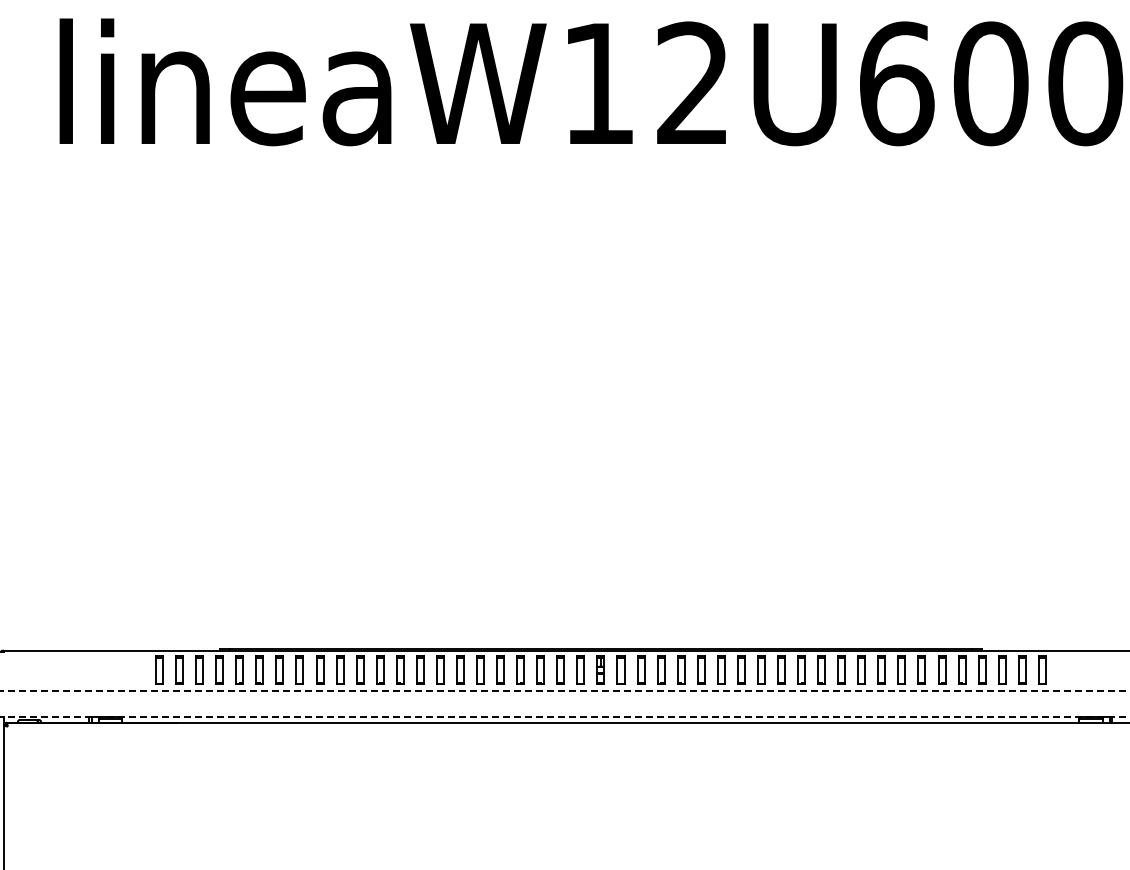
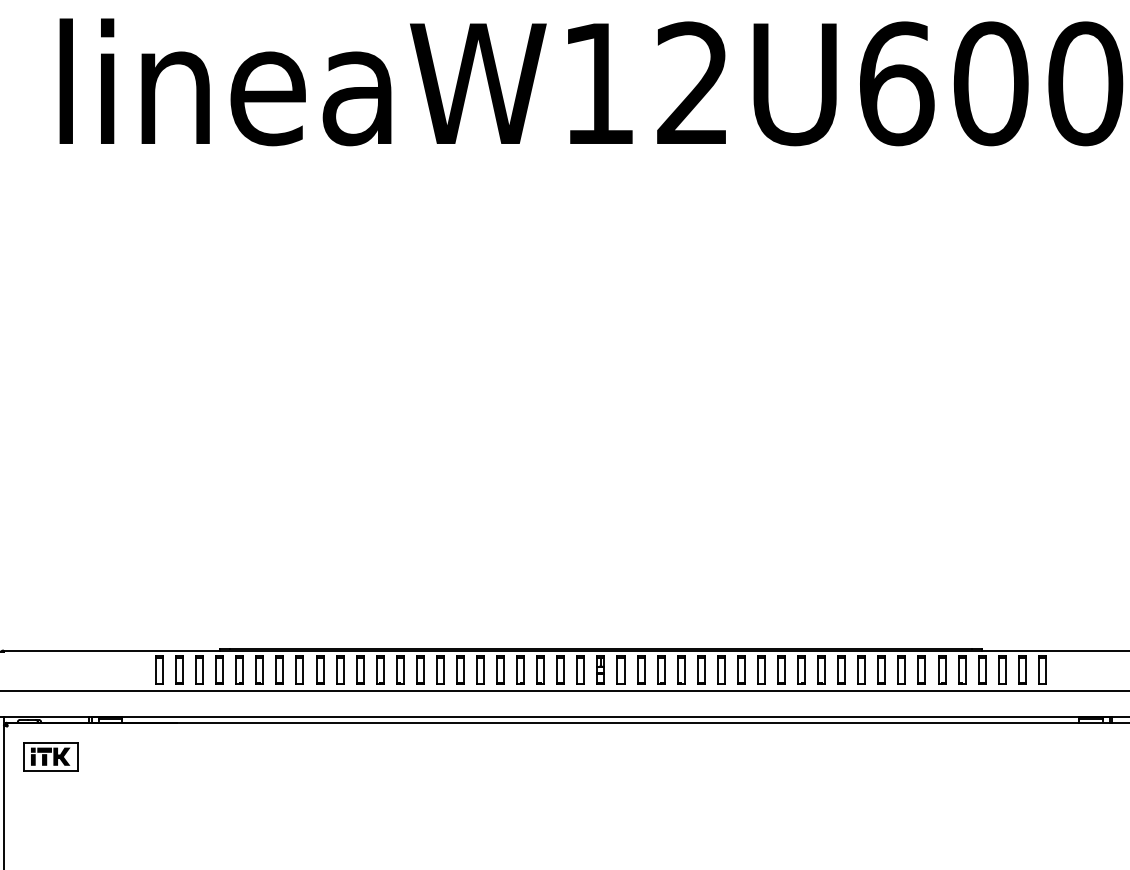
line at (564, 691): dashed -> solid
line at (564, 716): dashed -> solid
part at (50, 756): none -> present
